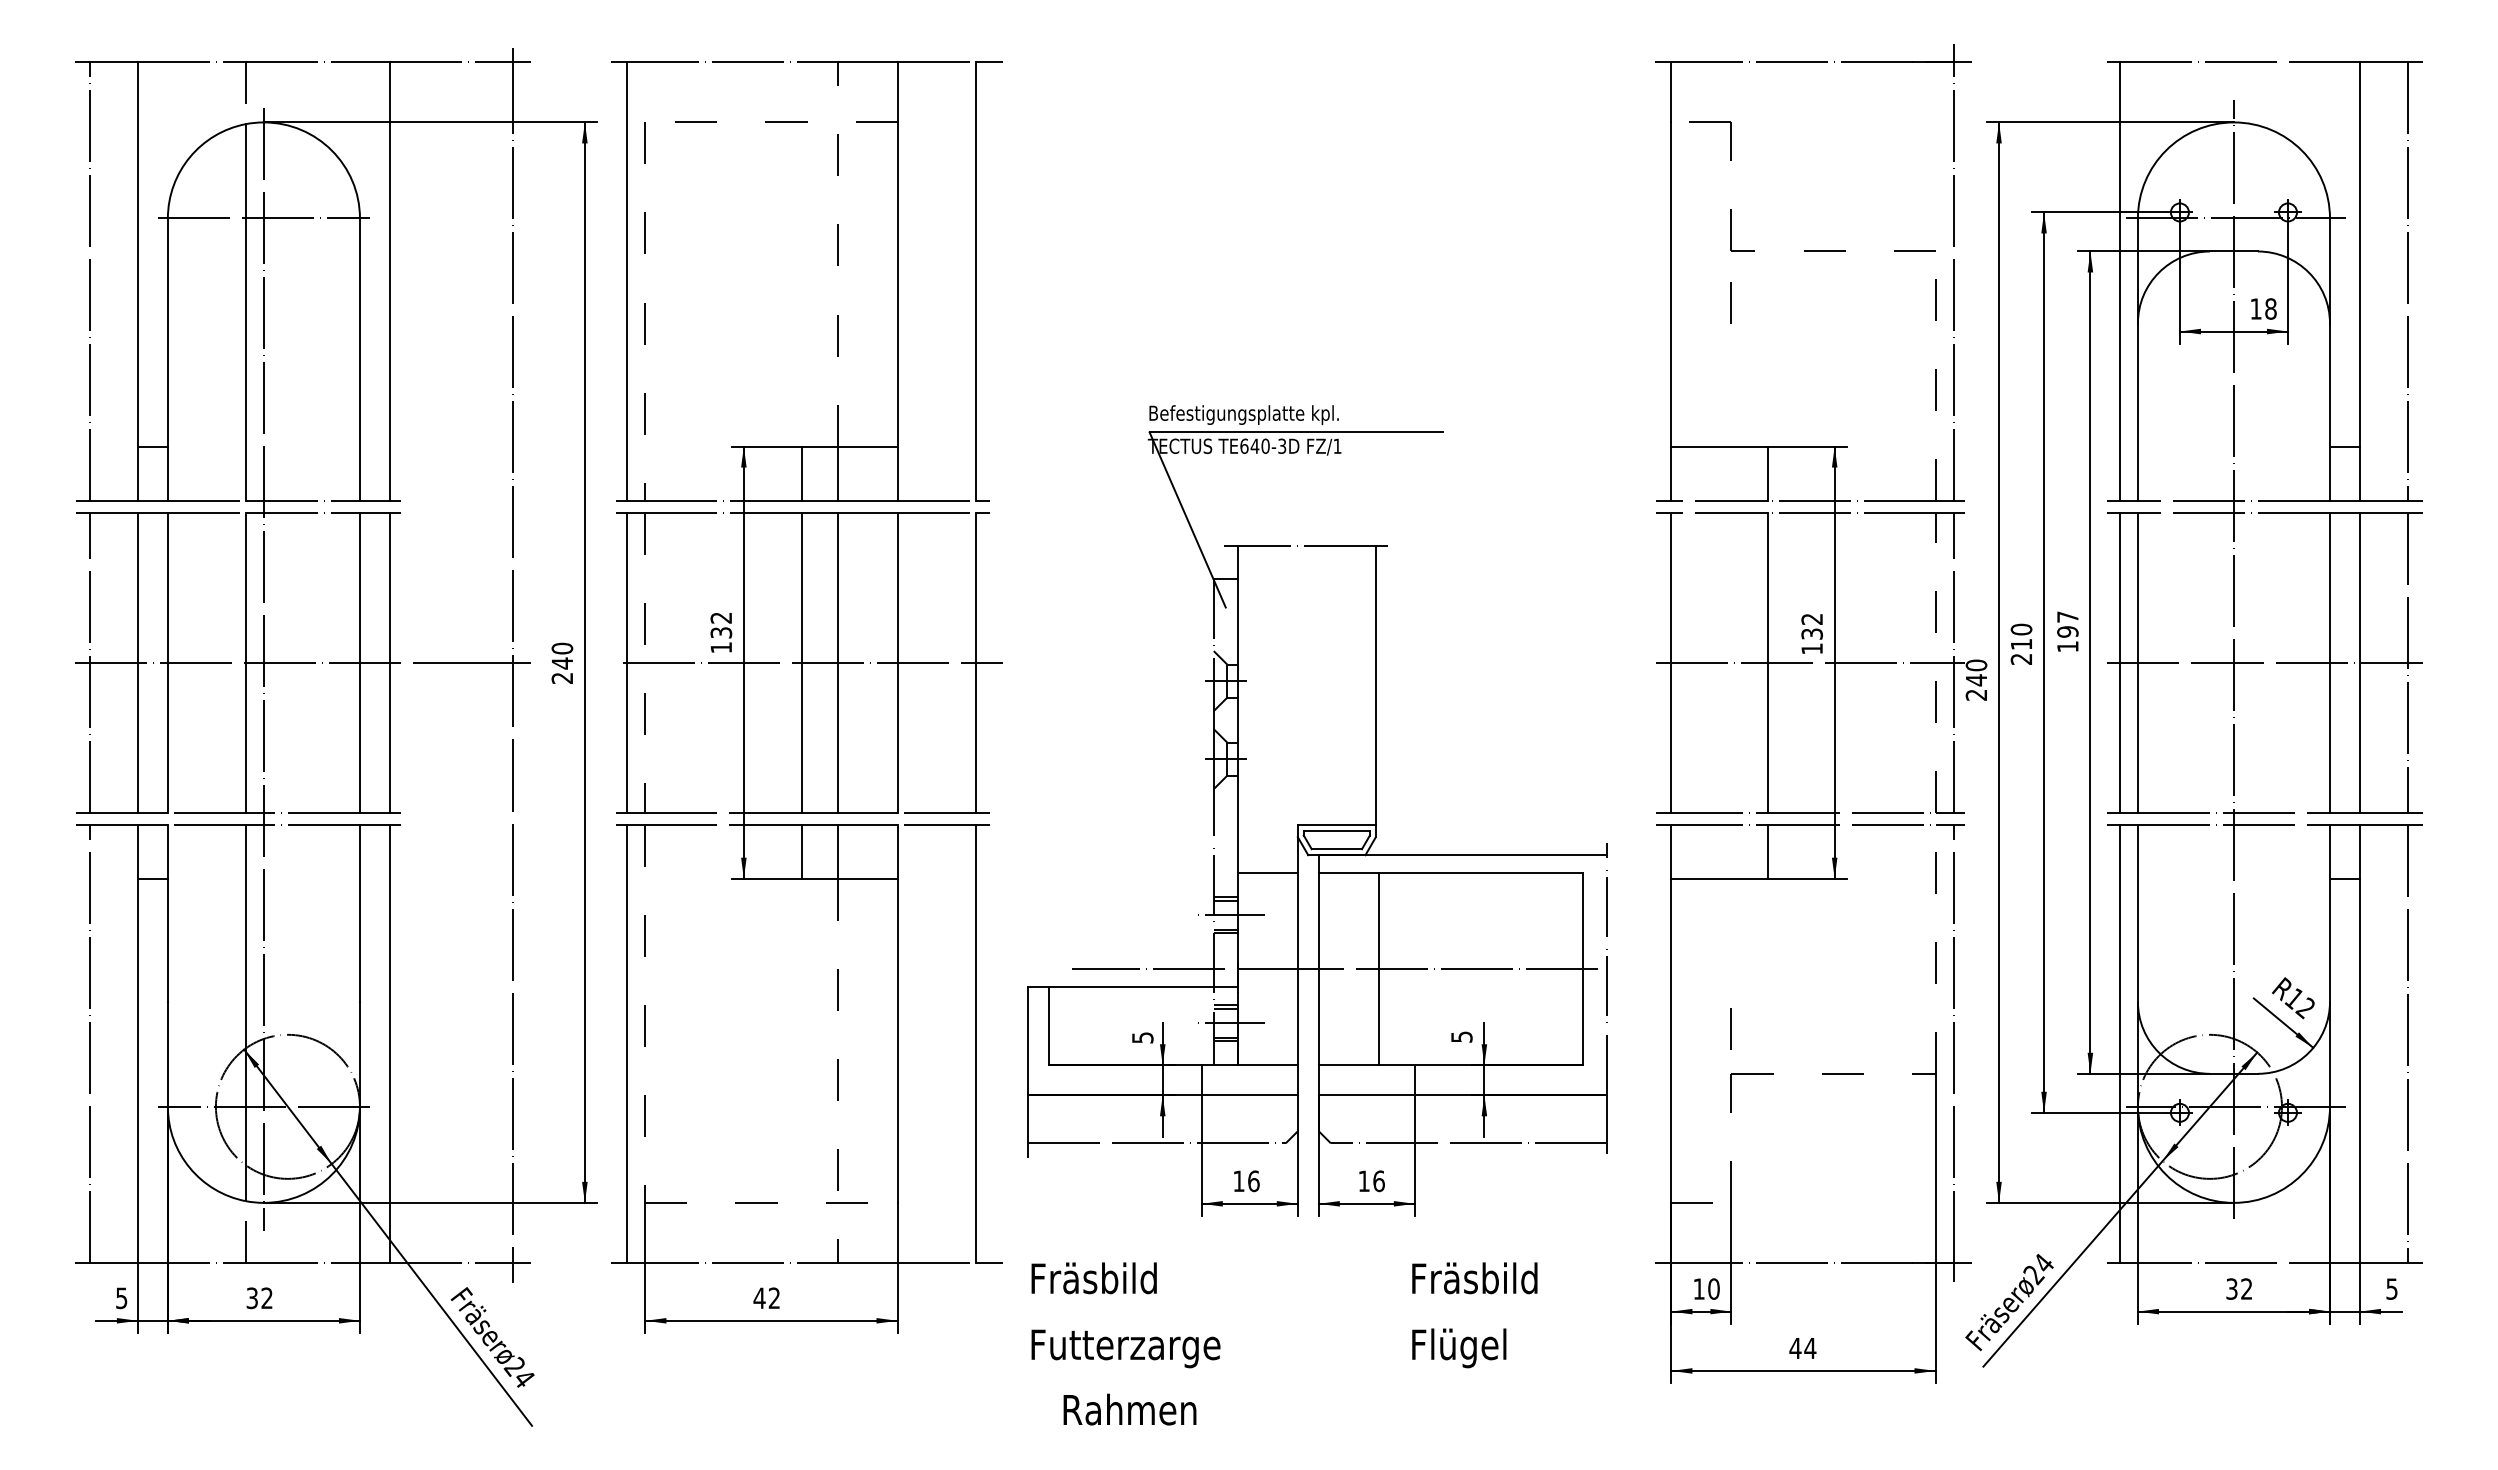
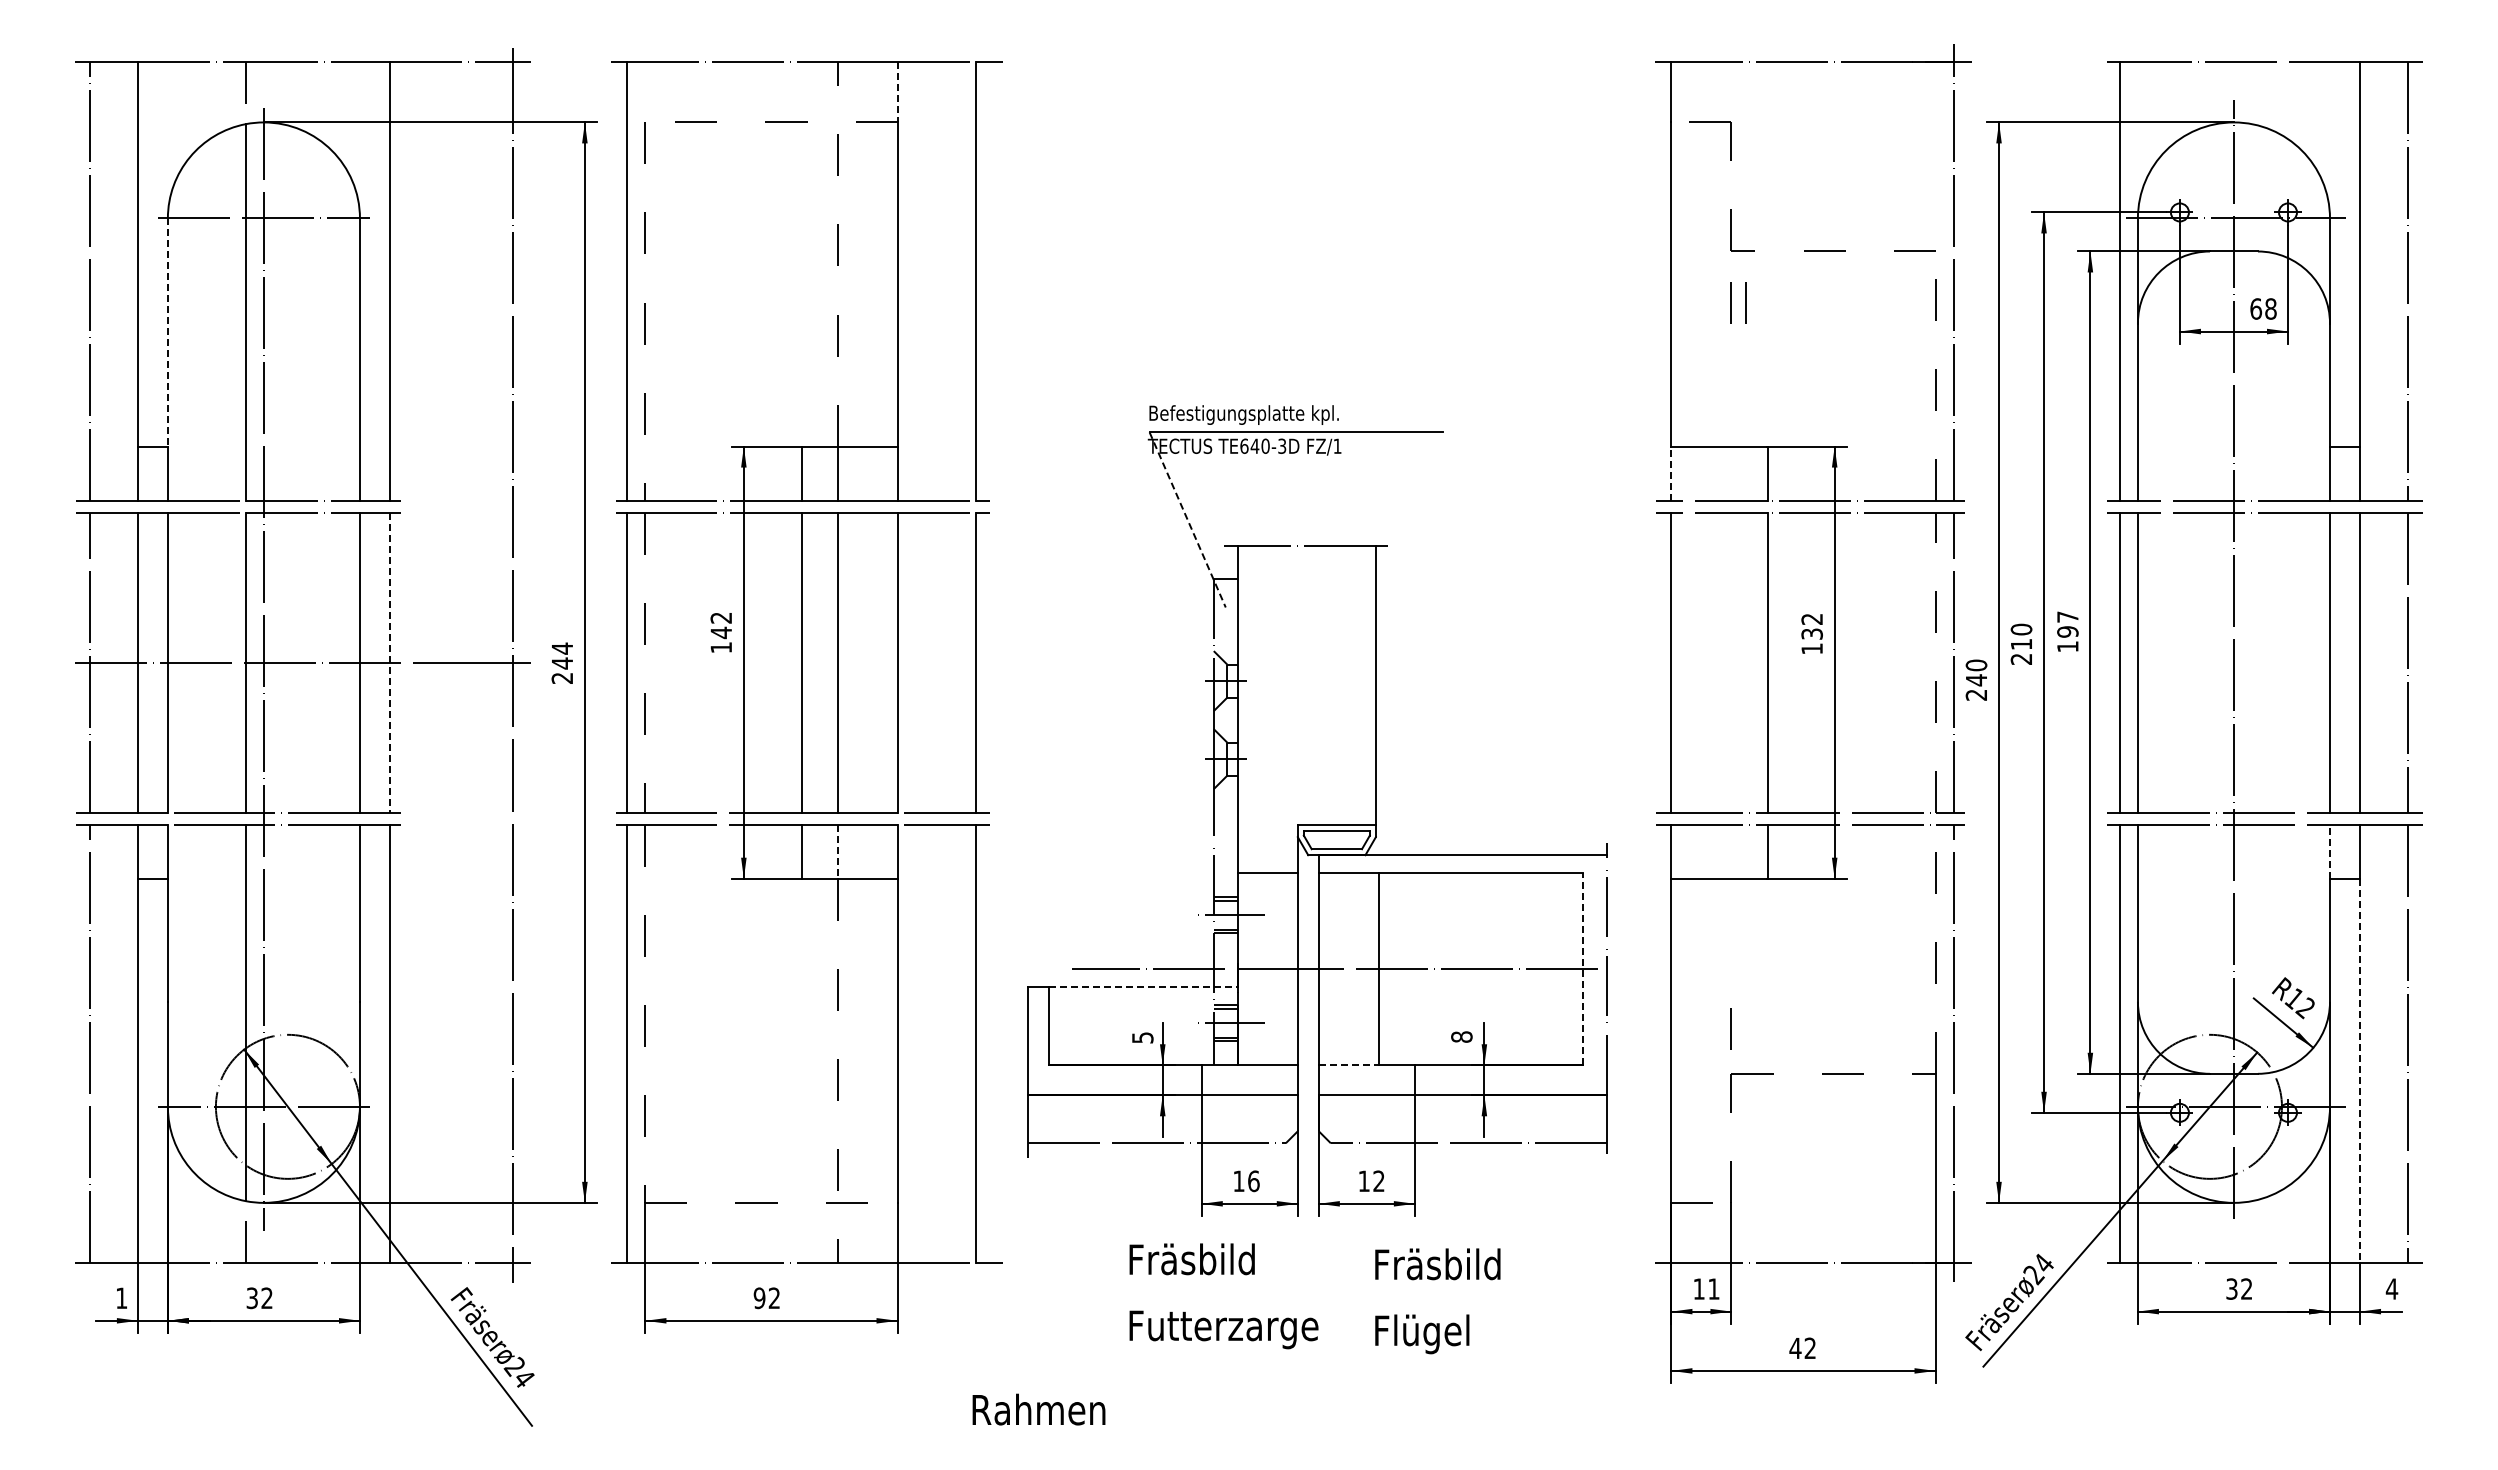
line at (897, 92): solid -> dashed
line at (1745, 302): none -> present
text at (2256, 308): 18 -> 68
line at (167, 333): solid -> dashed
line at (1671, 473): solid -> dashed
line at (1187, 520): solid -> dashed
text at (721, 632): 132 -> 142
text at (562, 648): 240 -> 244
line at (812, 662): present -> none
line at (1810, 662): present -> none
line at (2264, 662): present -> none
line at (389, 663): solid -> dashed
line at (2330, 851): solid -> dashed
line at (837, 852): solid -> dashed
line at (1582, 968): solid -> dashed
line at (1143, 987): solid -> dashed
text at (1461, 1036): 5 -> 8
line at (1349, 1065): solid -> dashed
line at (2360, 1071): solid -> dashed
text at (1378, 1181): 16 -> 12
text at (1713, 1288): 10 -> 11
text at (2391, 1288): 5 -> 4
text at (121, 1298): 5 -> 1
text at (759, 1298): 42 -> 92
text at (1125, 1315) position: (1125, 1315) -> (1223, 1296)
text at (1474, 1315) position: (1474, 1315) -> (1437, 1301)
text at (1810, 1347): 44 -> 42
text at (1129, 1409) position: (1129, 1409) -> (1038, 1409)
